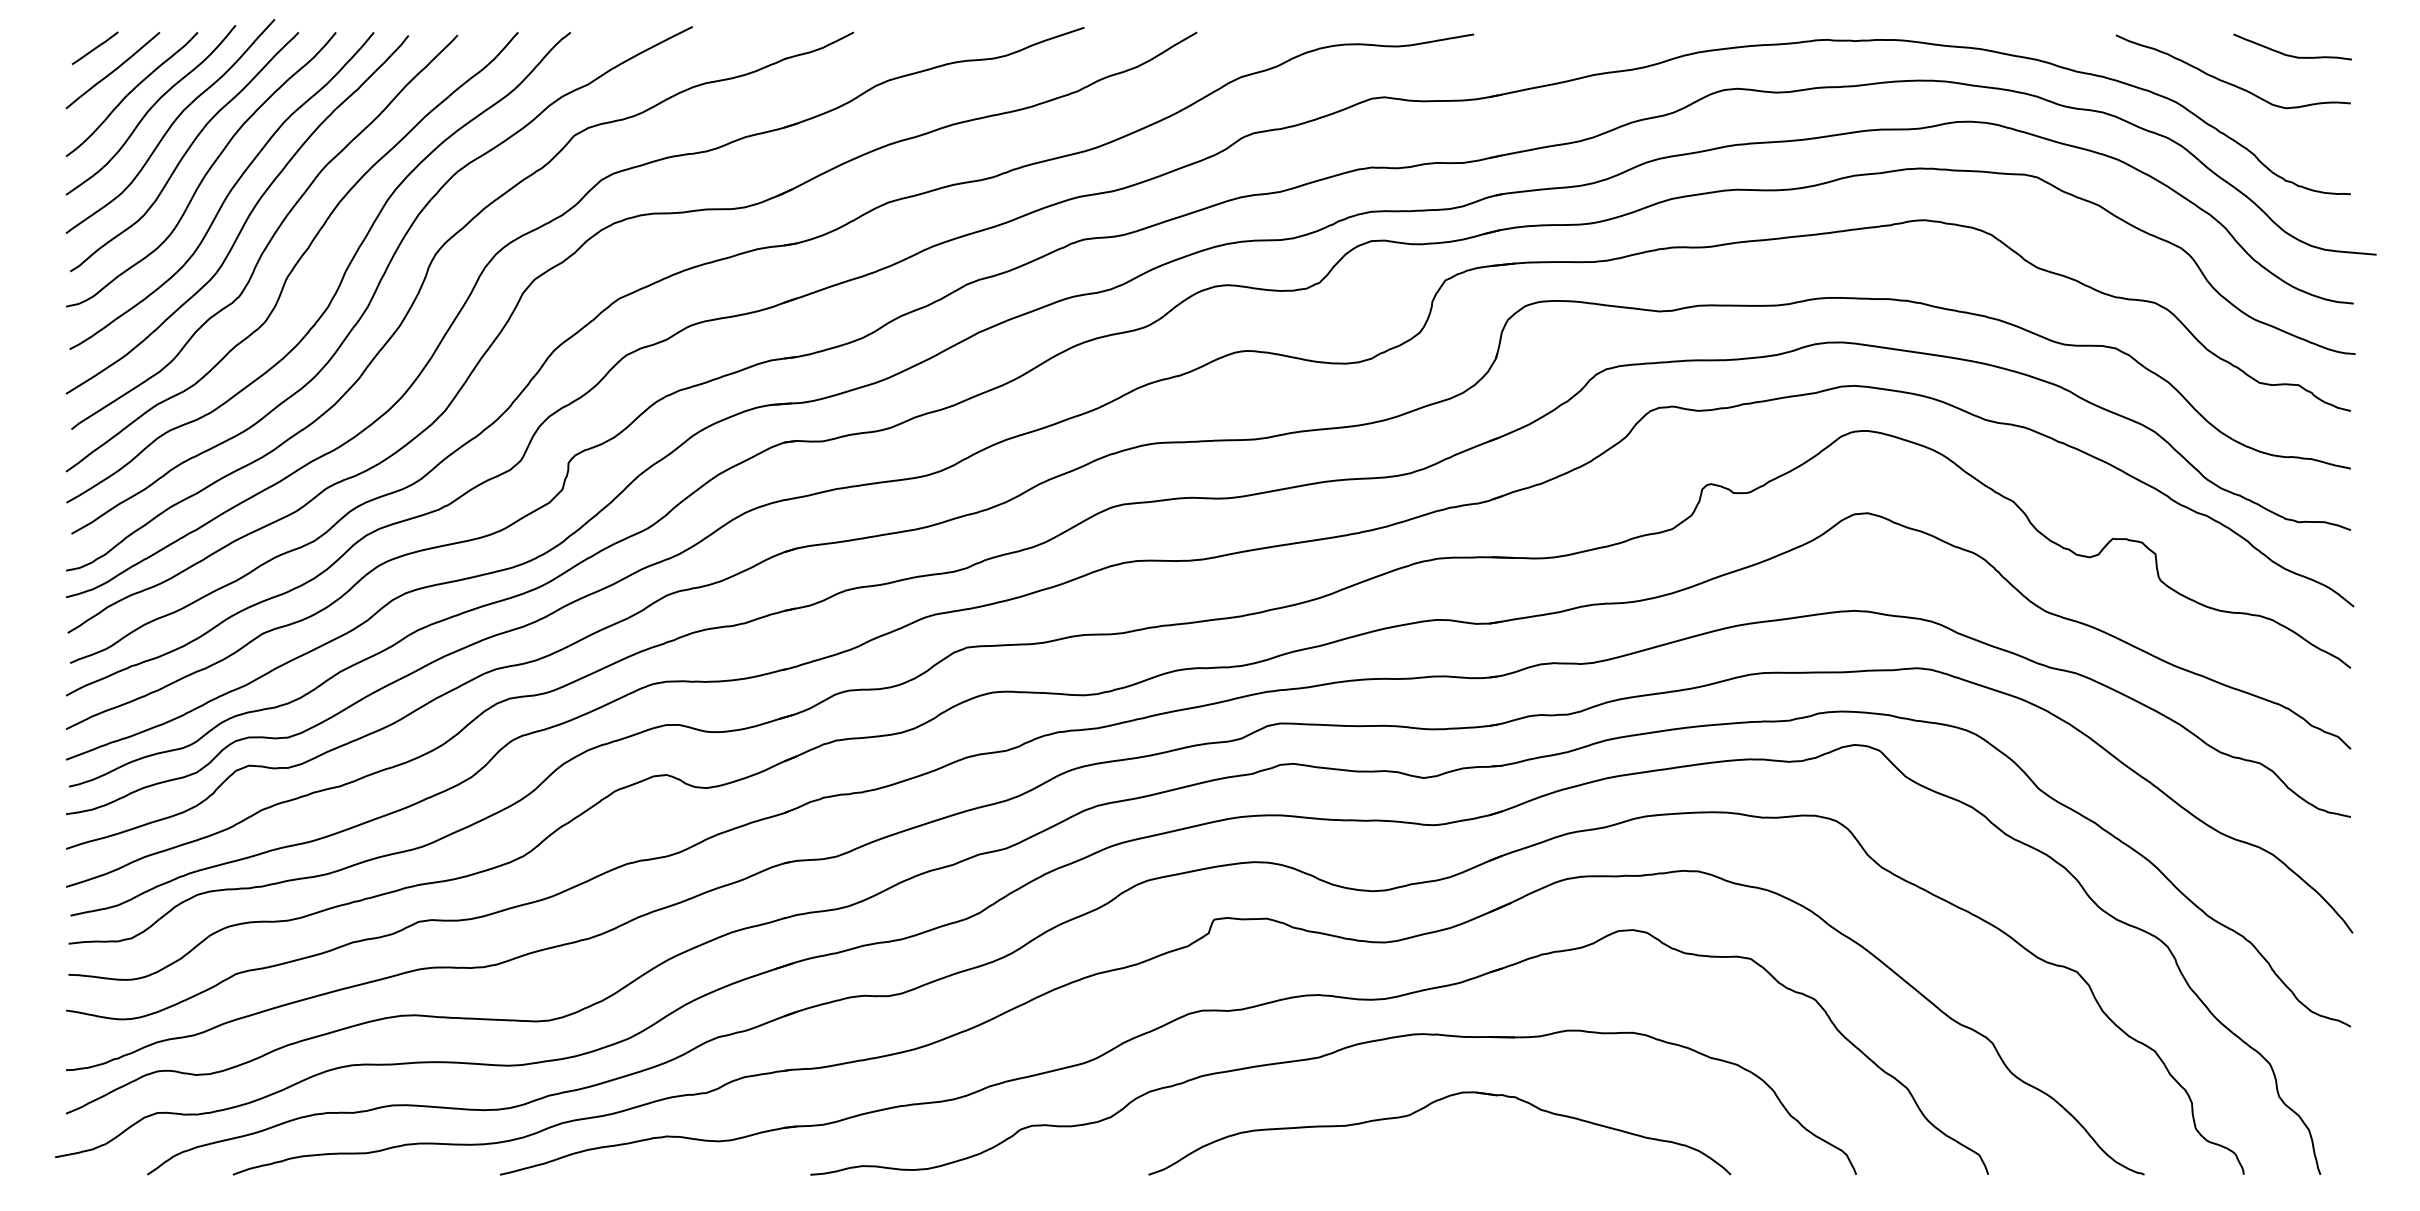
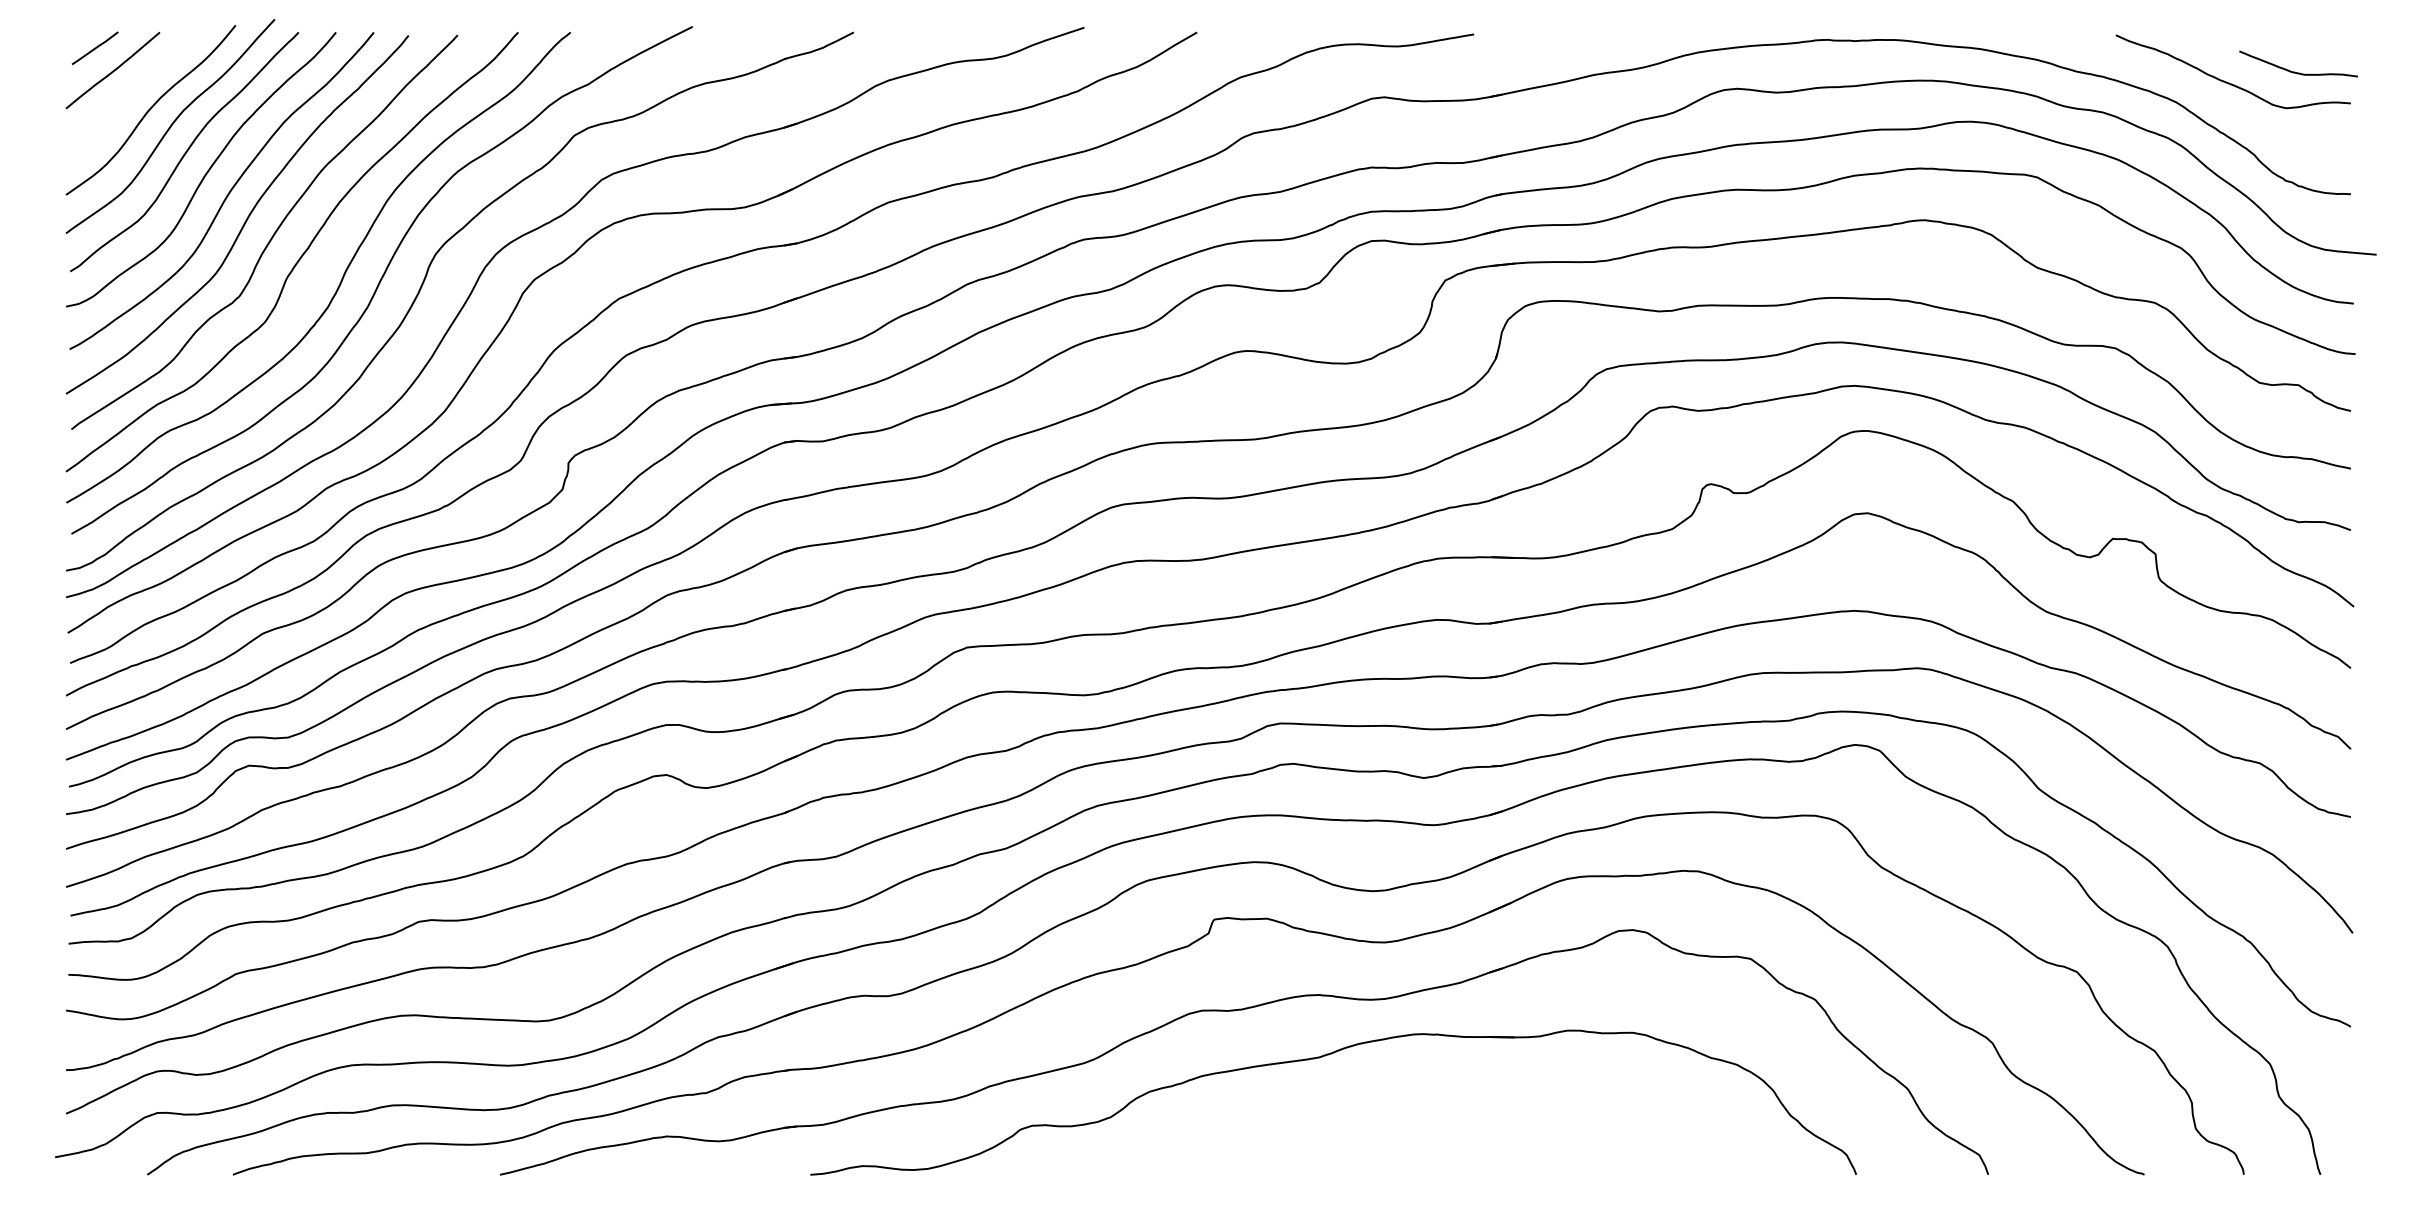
curve at (2289, 54) position: (2289, 54) -> (2295, 71)
curve at (130, 93): present -> none
part at (1423, 1109): present -> none
